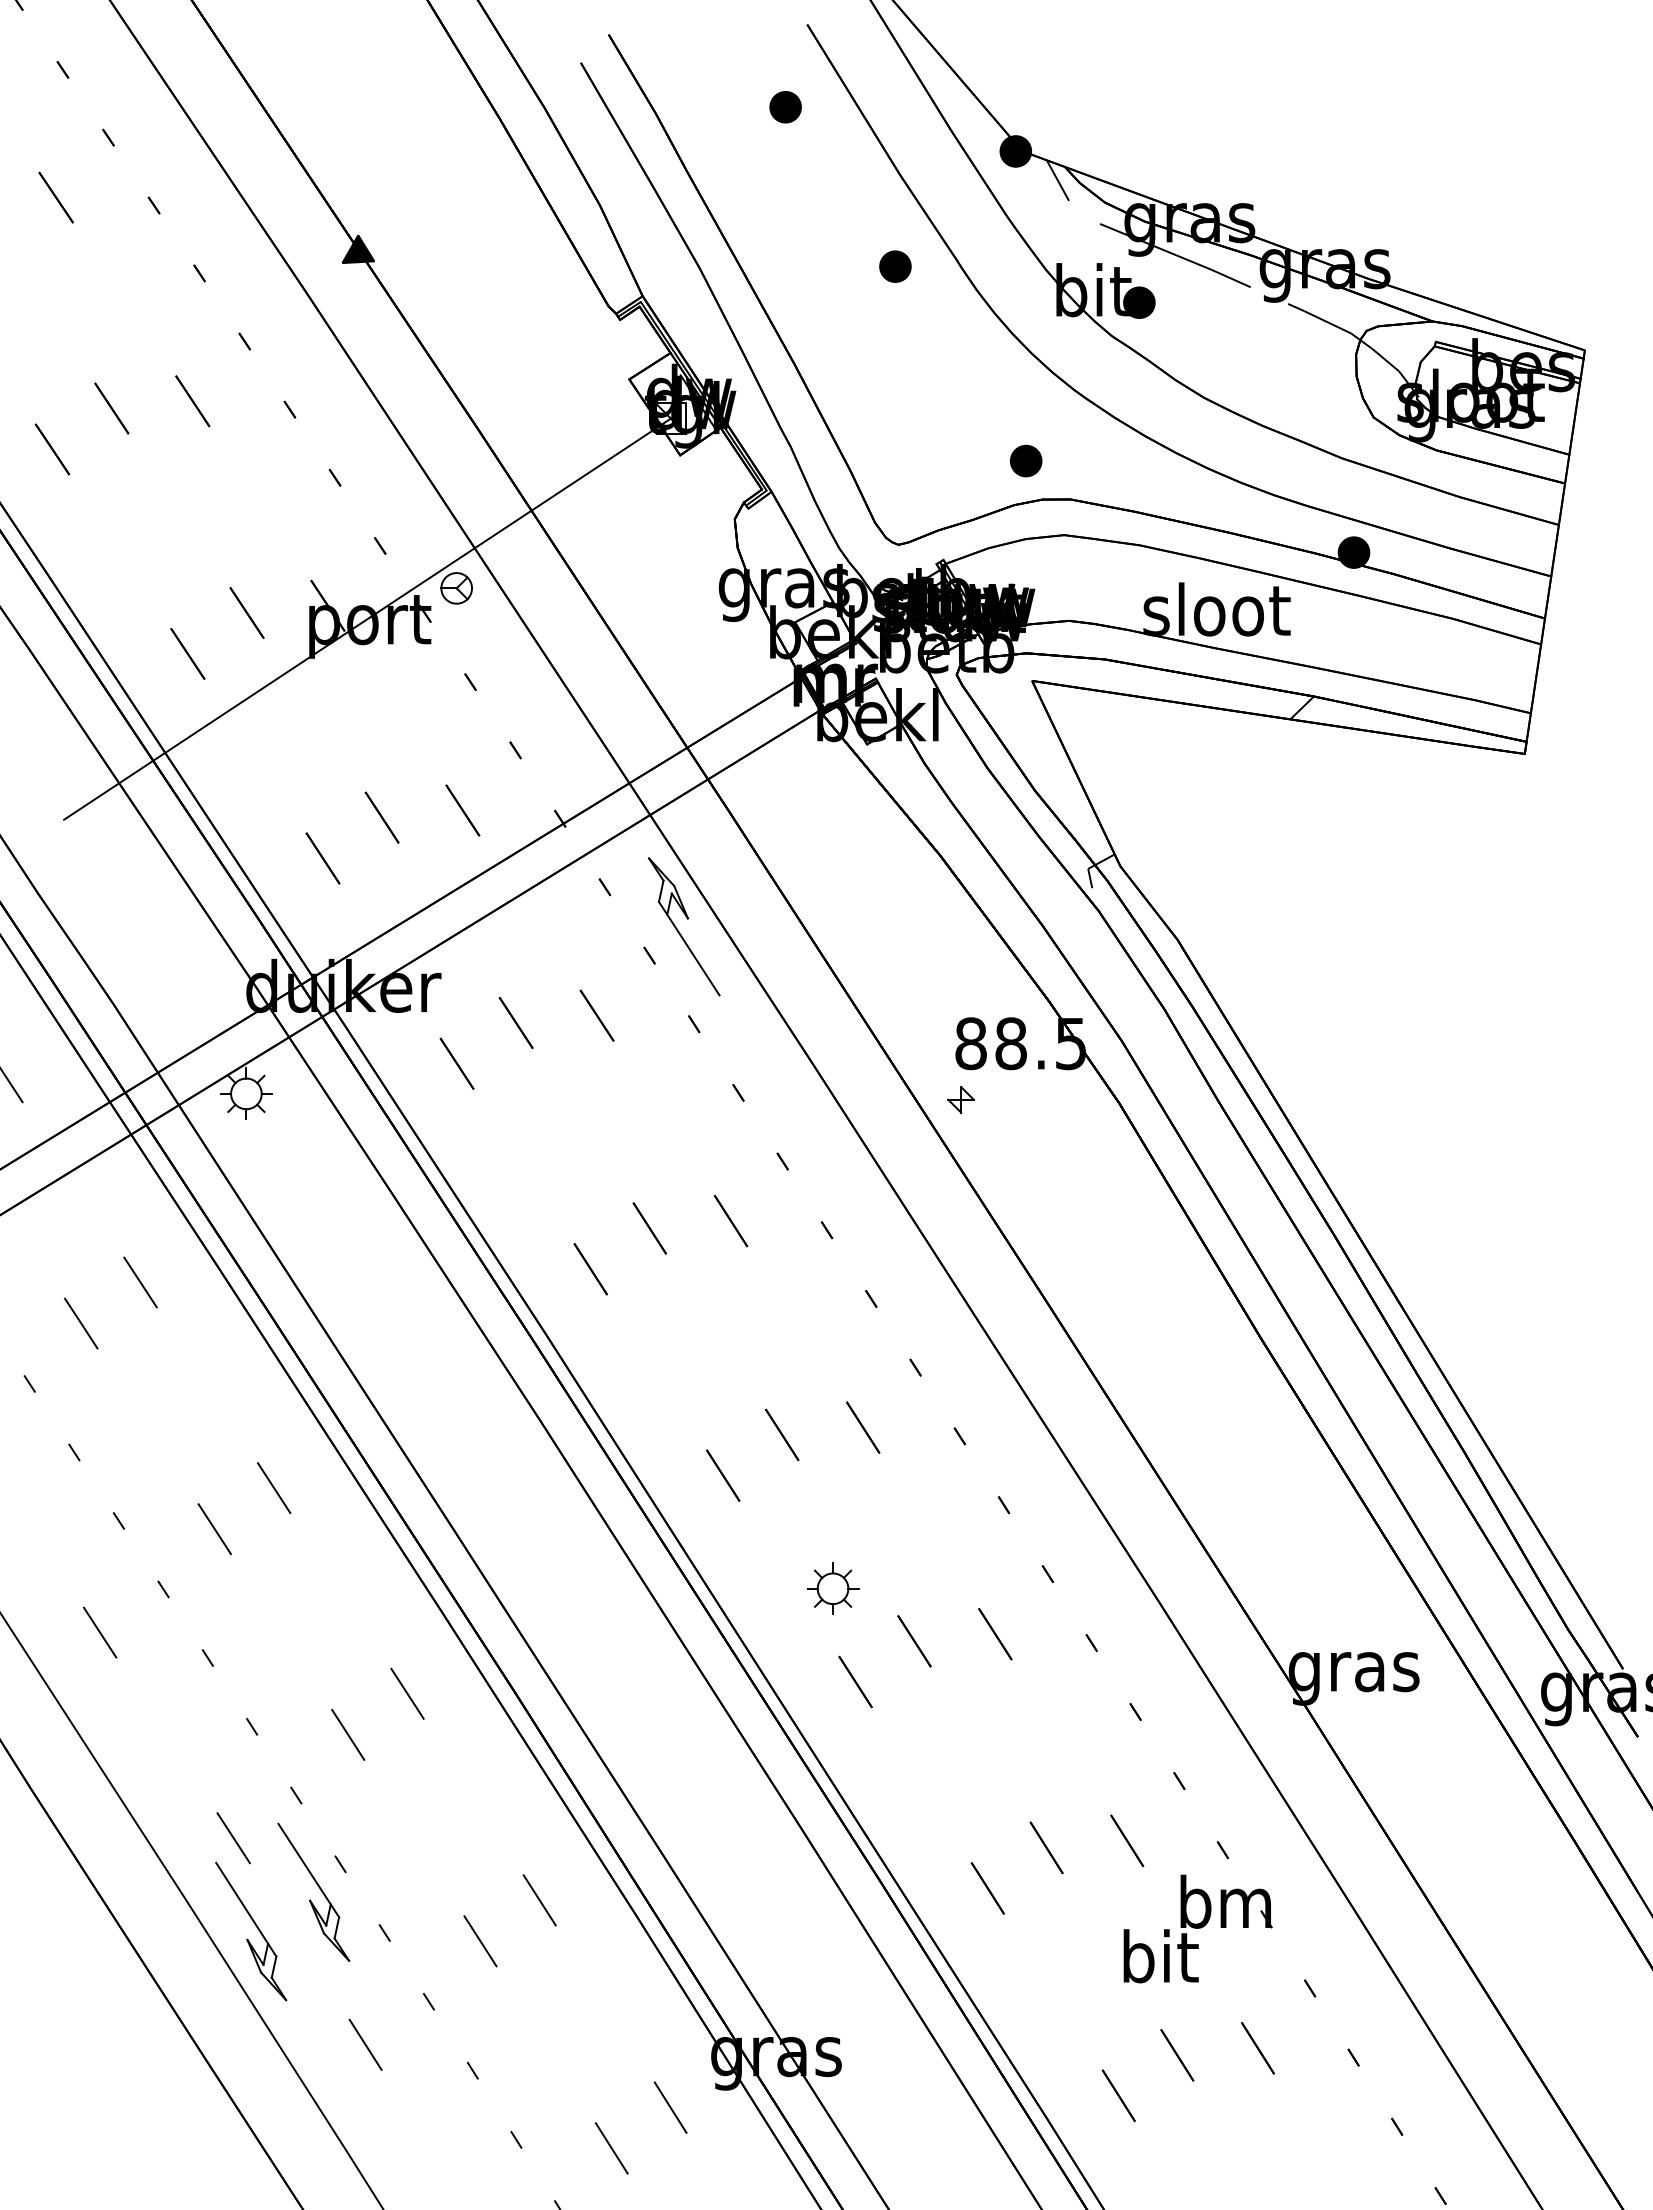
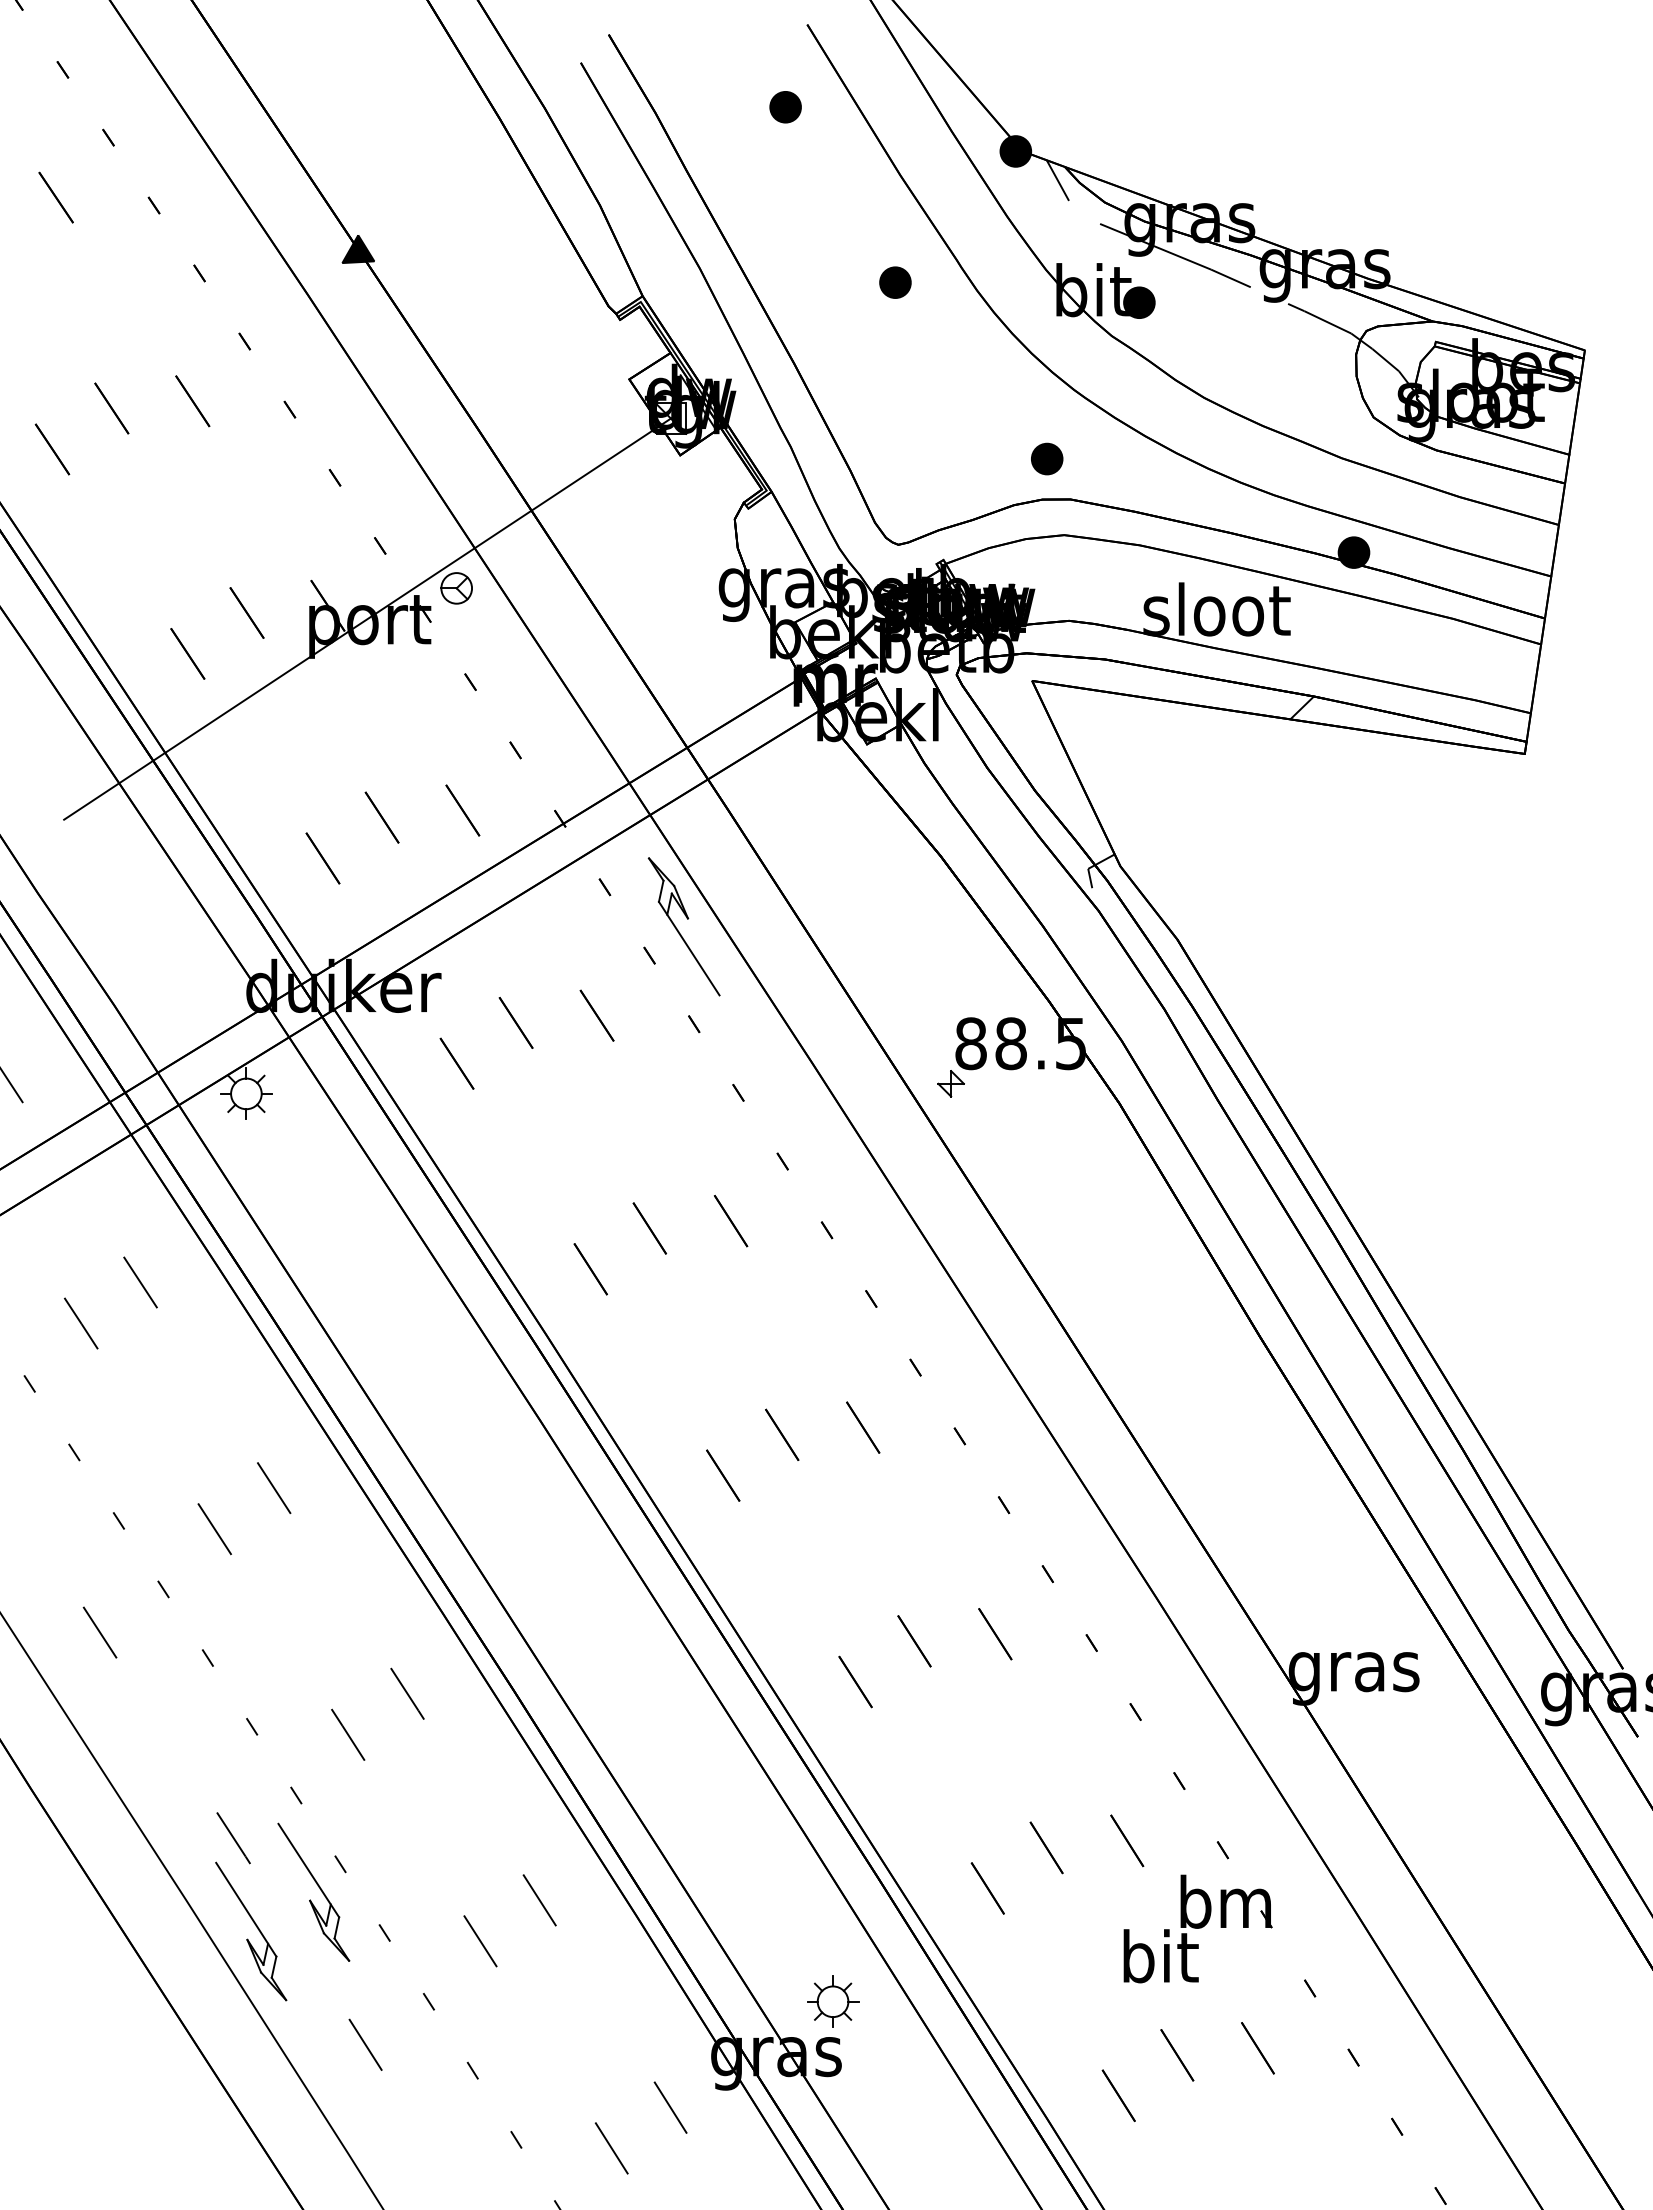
part at (895, 266) position: (895, 266) -> (895, 282)
part at (1026, 460) position: (1026, 460) -> (1047, 458)
part at (960, 1099) position: (960, 1099) -> (950, 1083)
part at (833, 1588) position: (833, 1588) -> (833, 2001)
